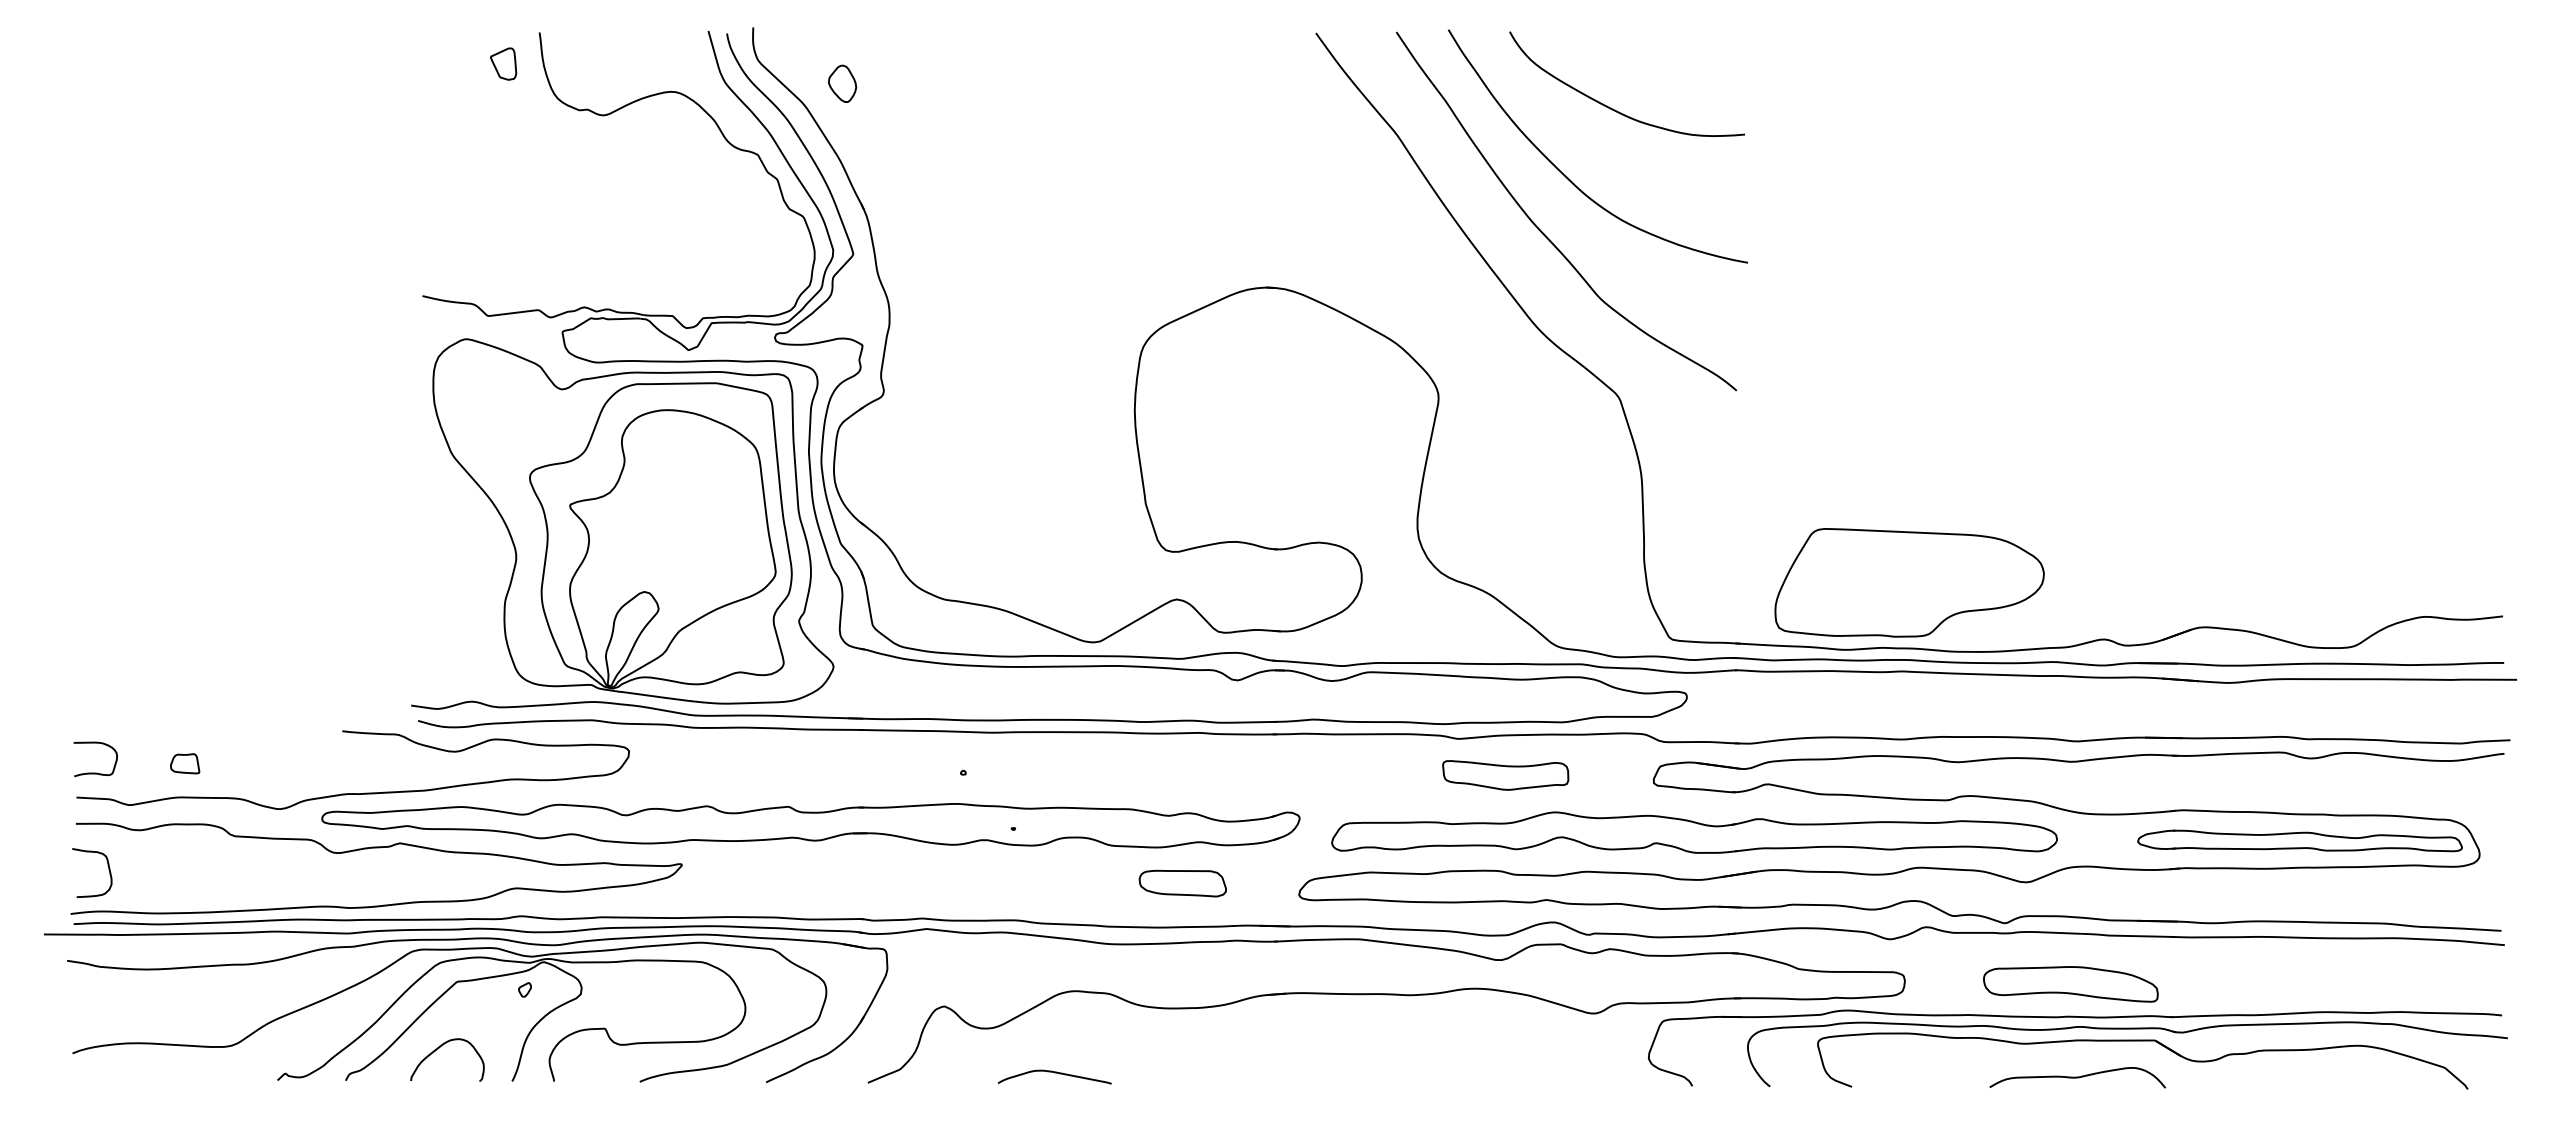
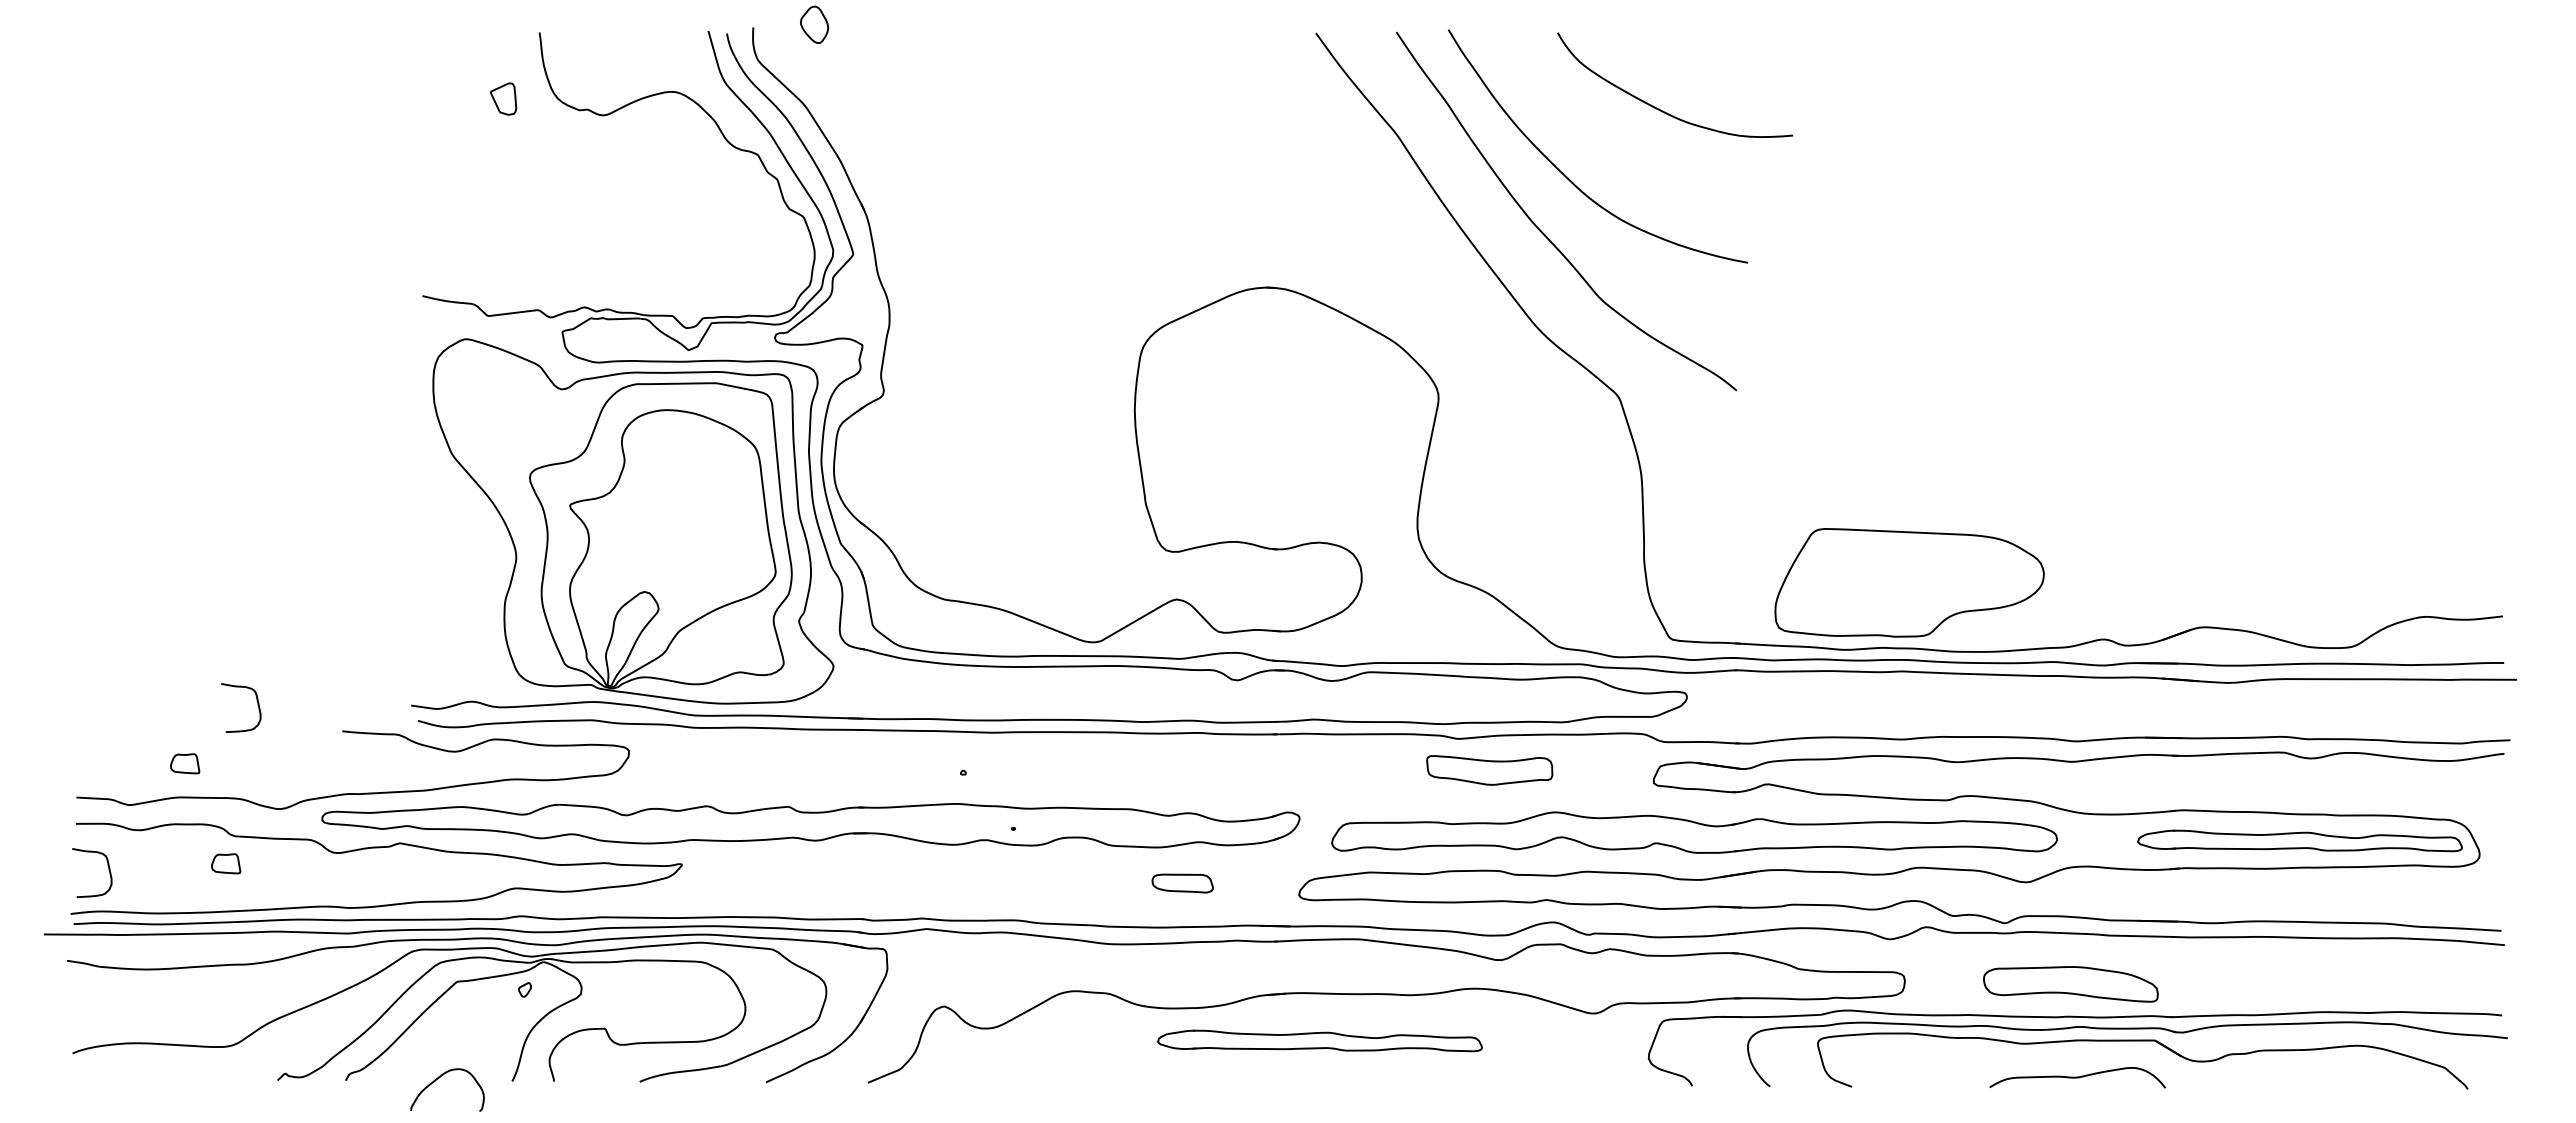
part at (503, 63) position: (503, 63) -> (503, 98)
part at (842, 83) position: (842, 83) -> (814, 24)
curve at (1613, 108) position: (1613, 108) -> (1661, 109)
curve at (257, 705): none -> present
curve at (95, 772): present -> none
part at (1505, 775) position: (1505, 775) -> (1489, 770)
part at (226, 863): none -> present
part at (1182, 883) size: 89x29 px -> 63x21 px
part at (1319, 1040): none -> present
curve at (438, 1049) position: (438, 1049) -> (438, 1079)
curve at (1054, 1073): present -> none
